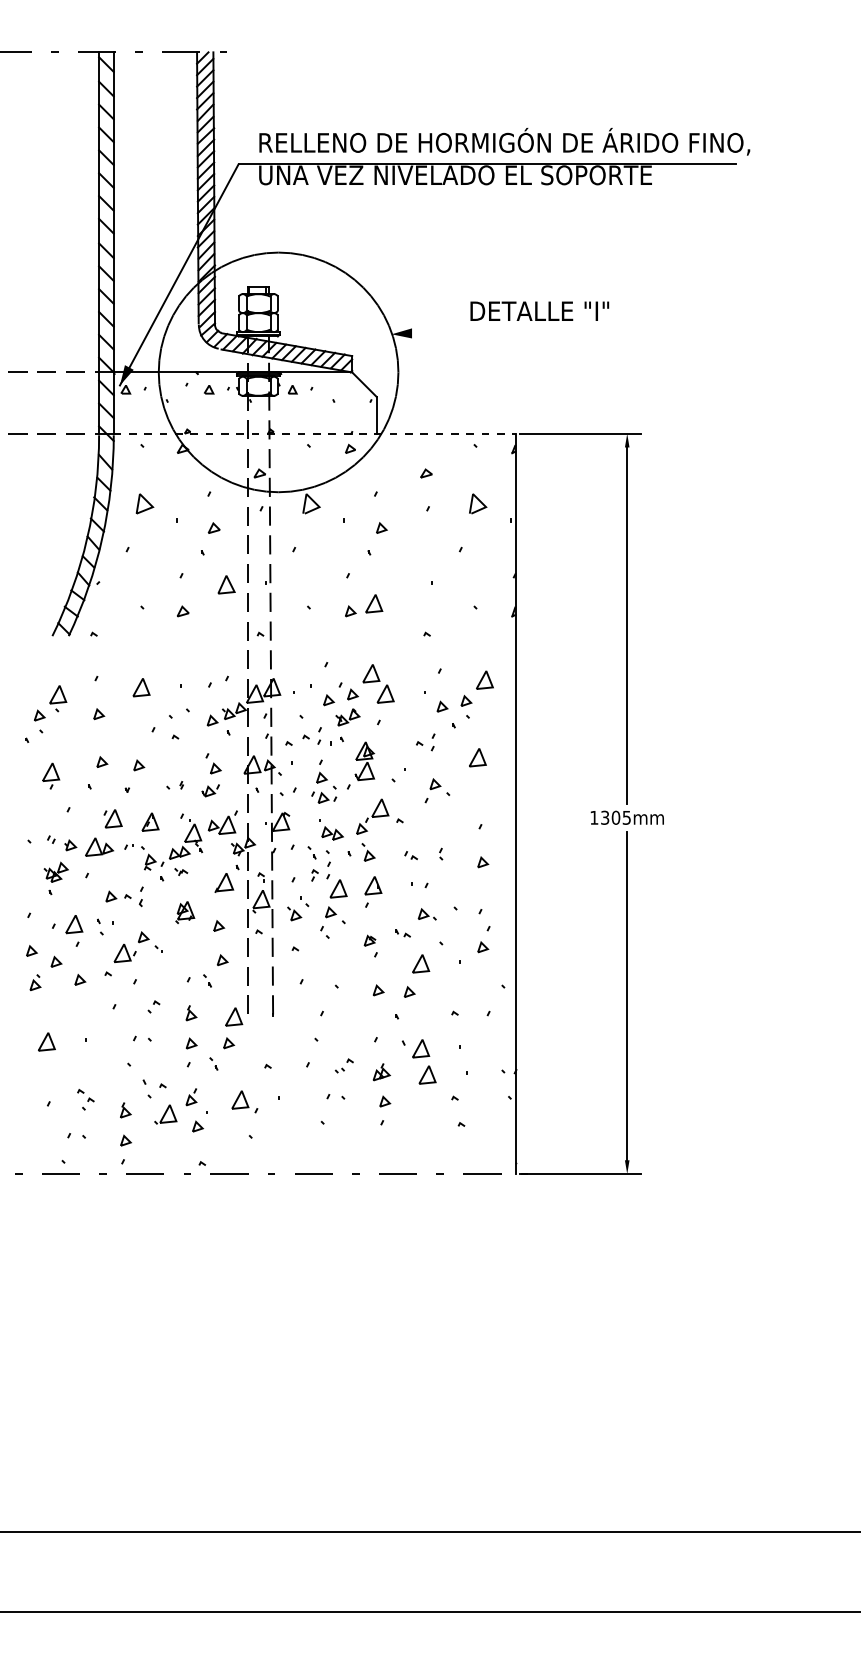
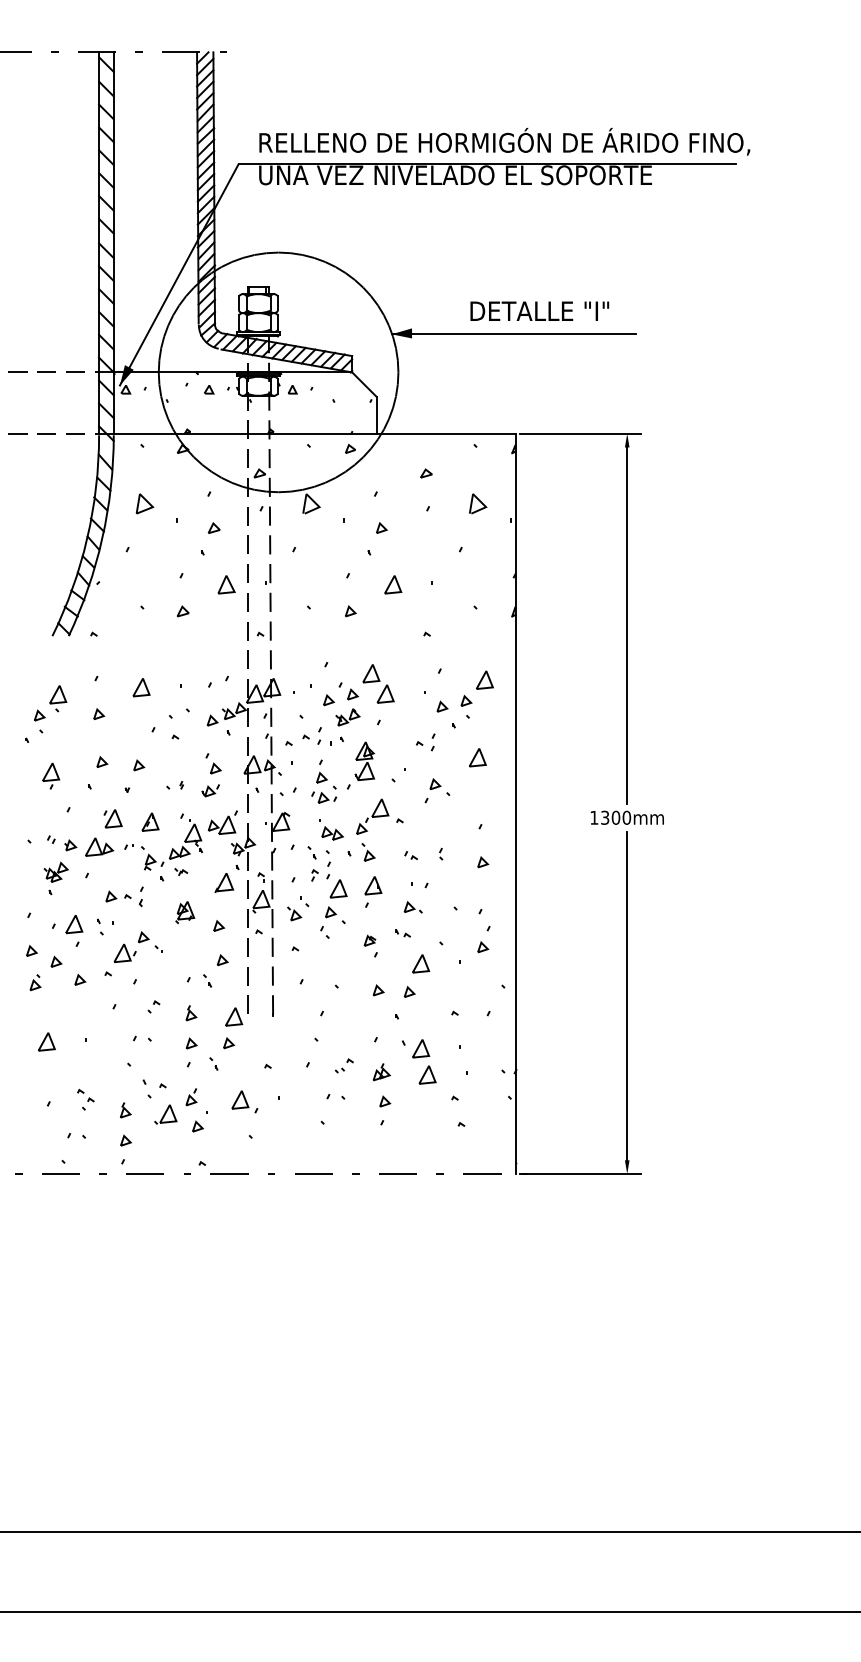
line at (513, 334): none -> present
line at (314, 433): dashed -> solid
part at (374, 603) position: (374, 603) -> (393, 584)
text at (626, 817): 1305mm -> 1300mm
part at (426, 914) position: (426, 914) -> (412, 907)
